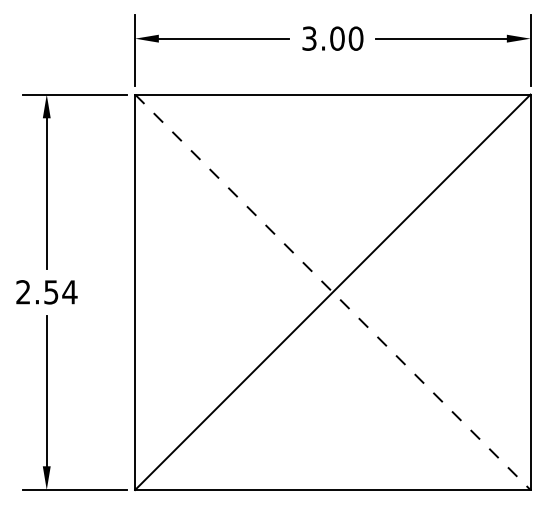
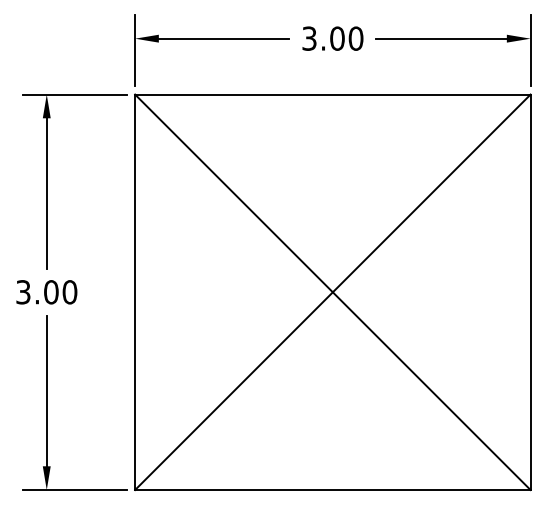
text at (46, 292): 2.54 -> 3.00
line at (332, 292): dashed -> solid
